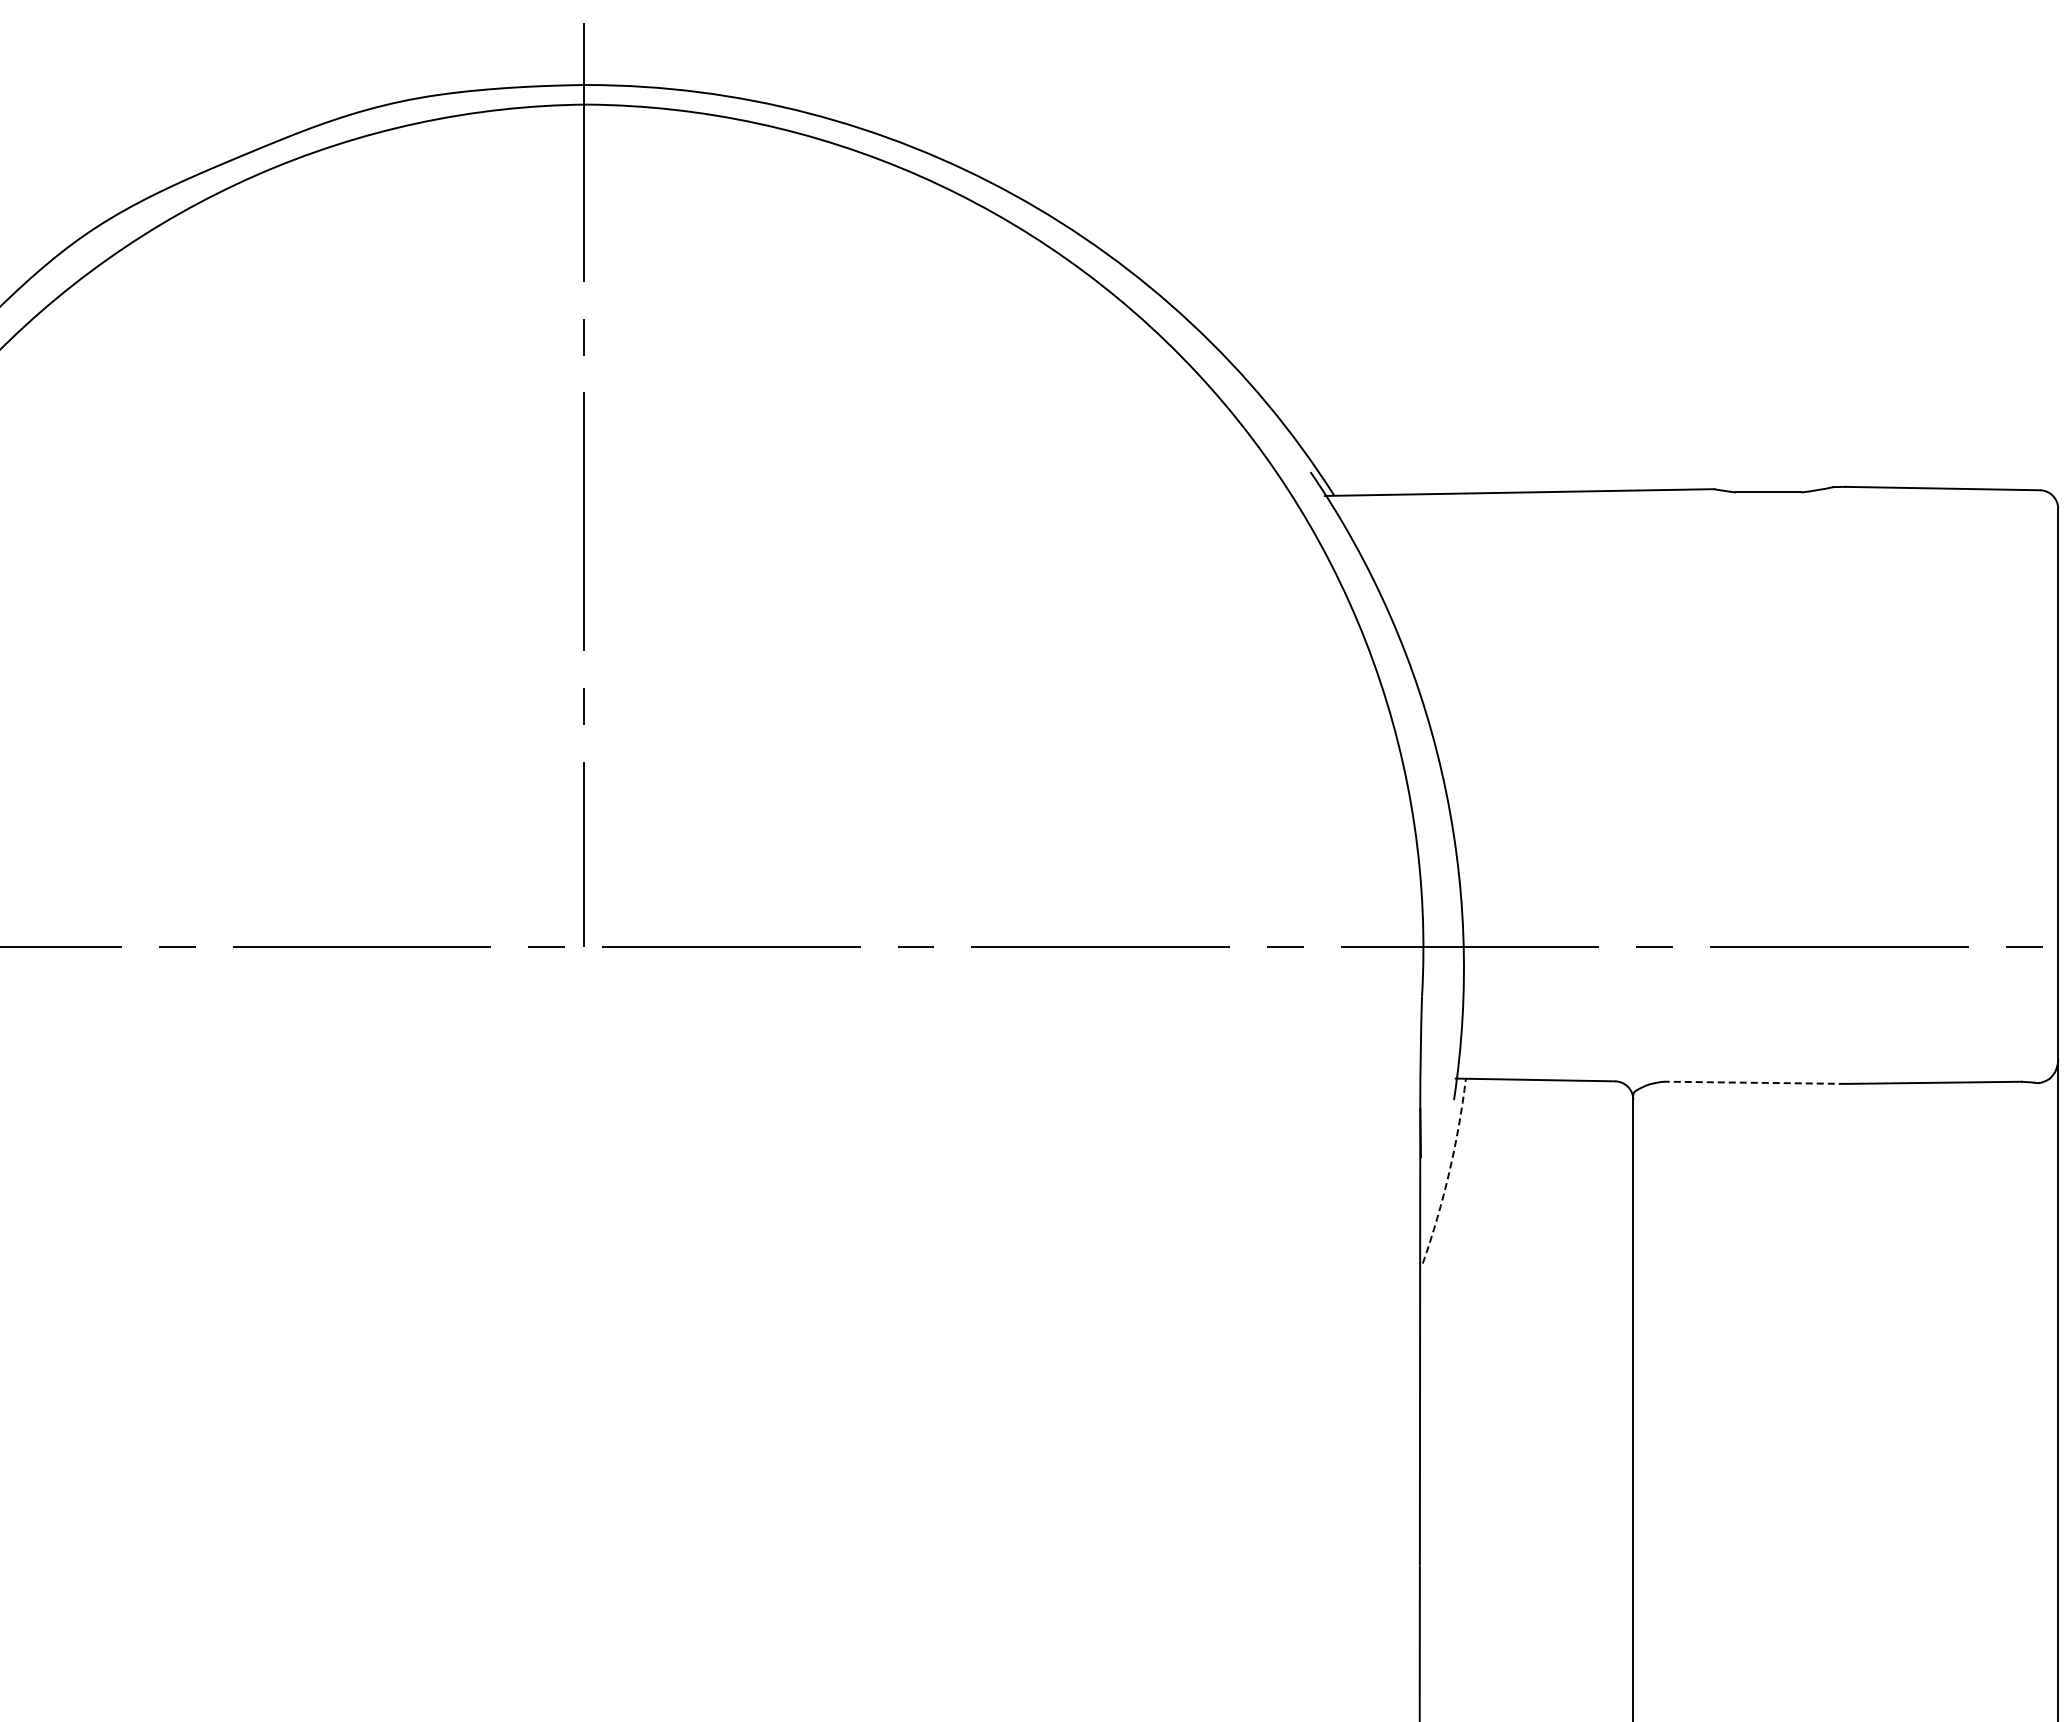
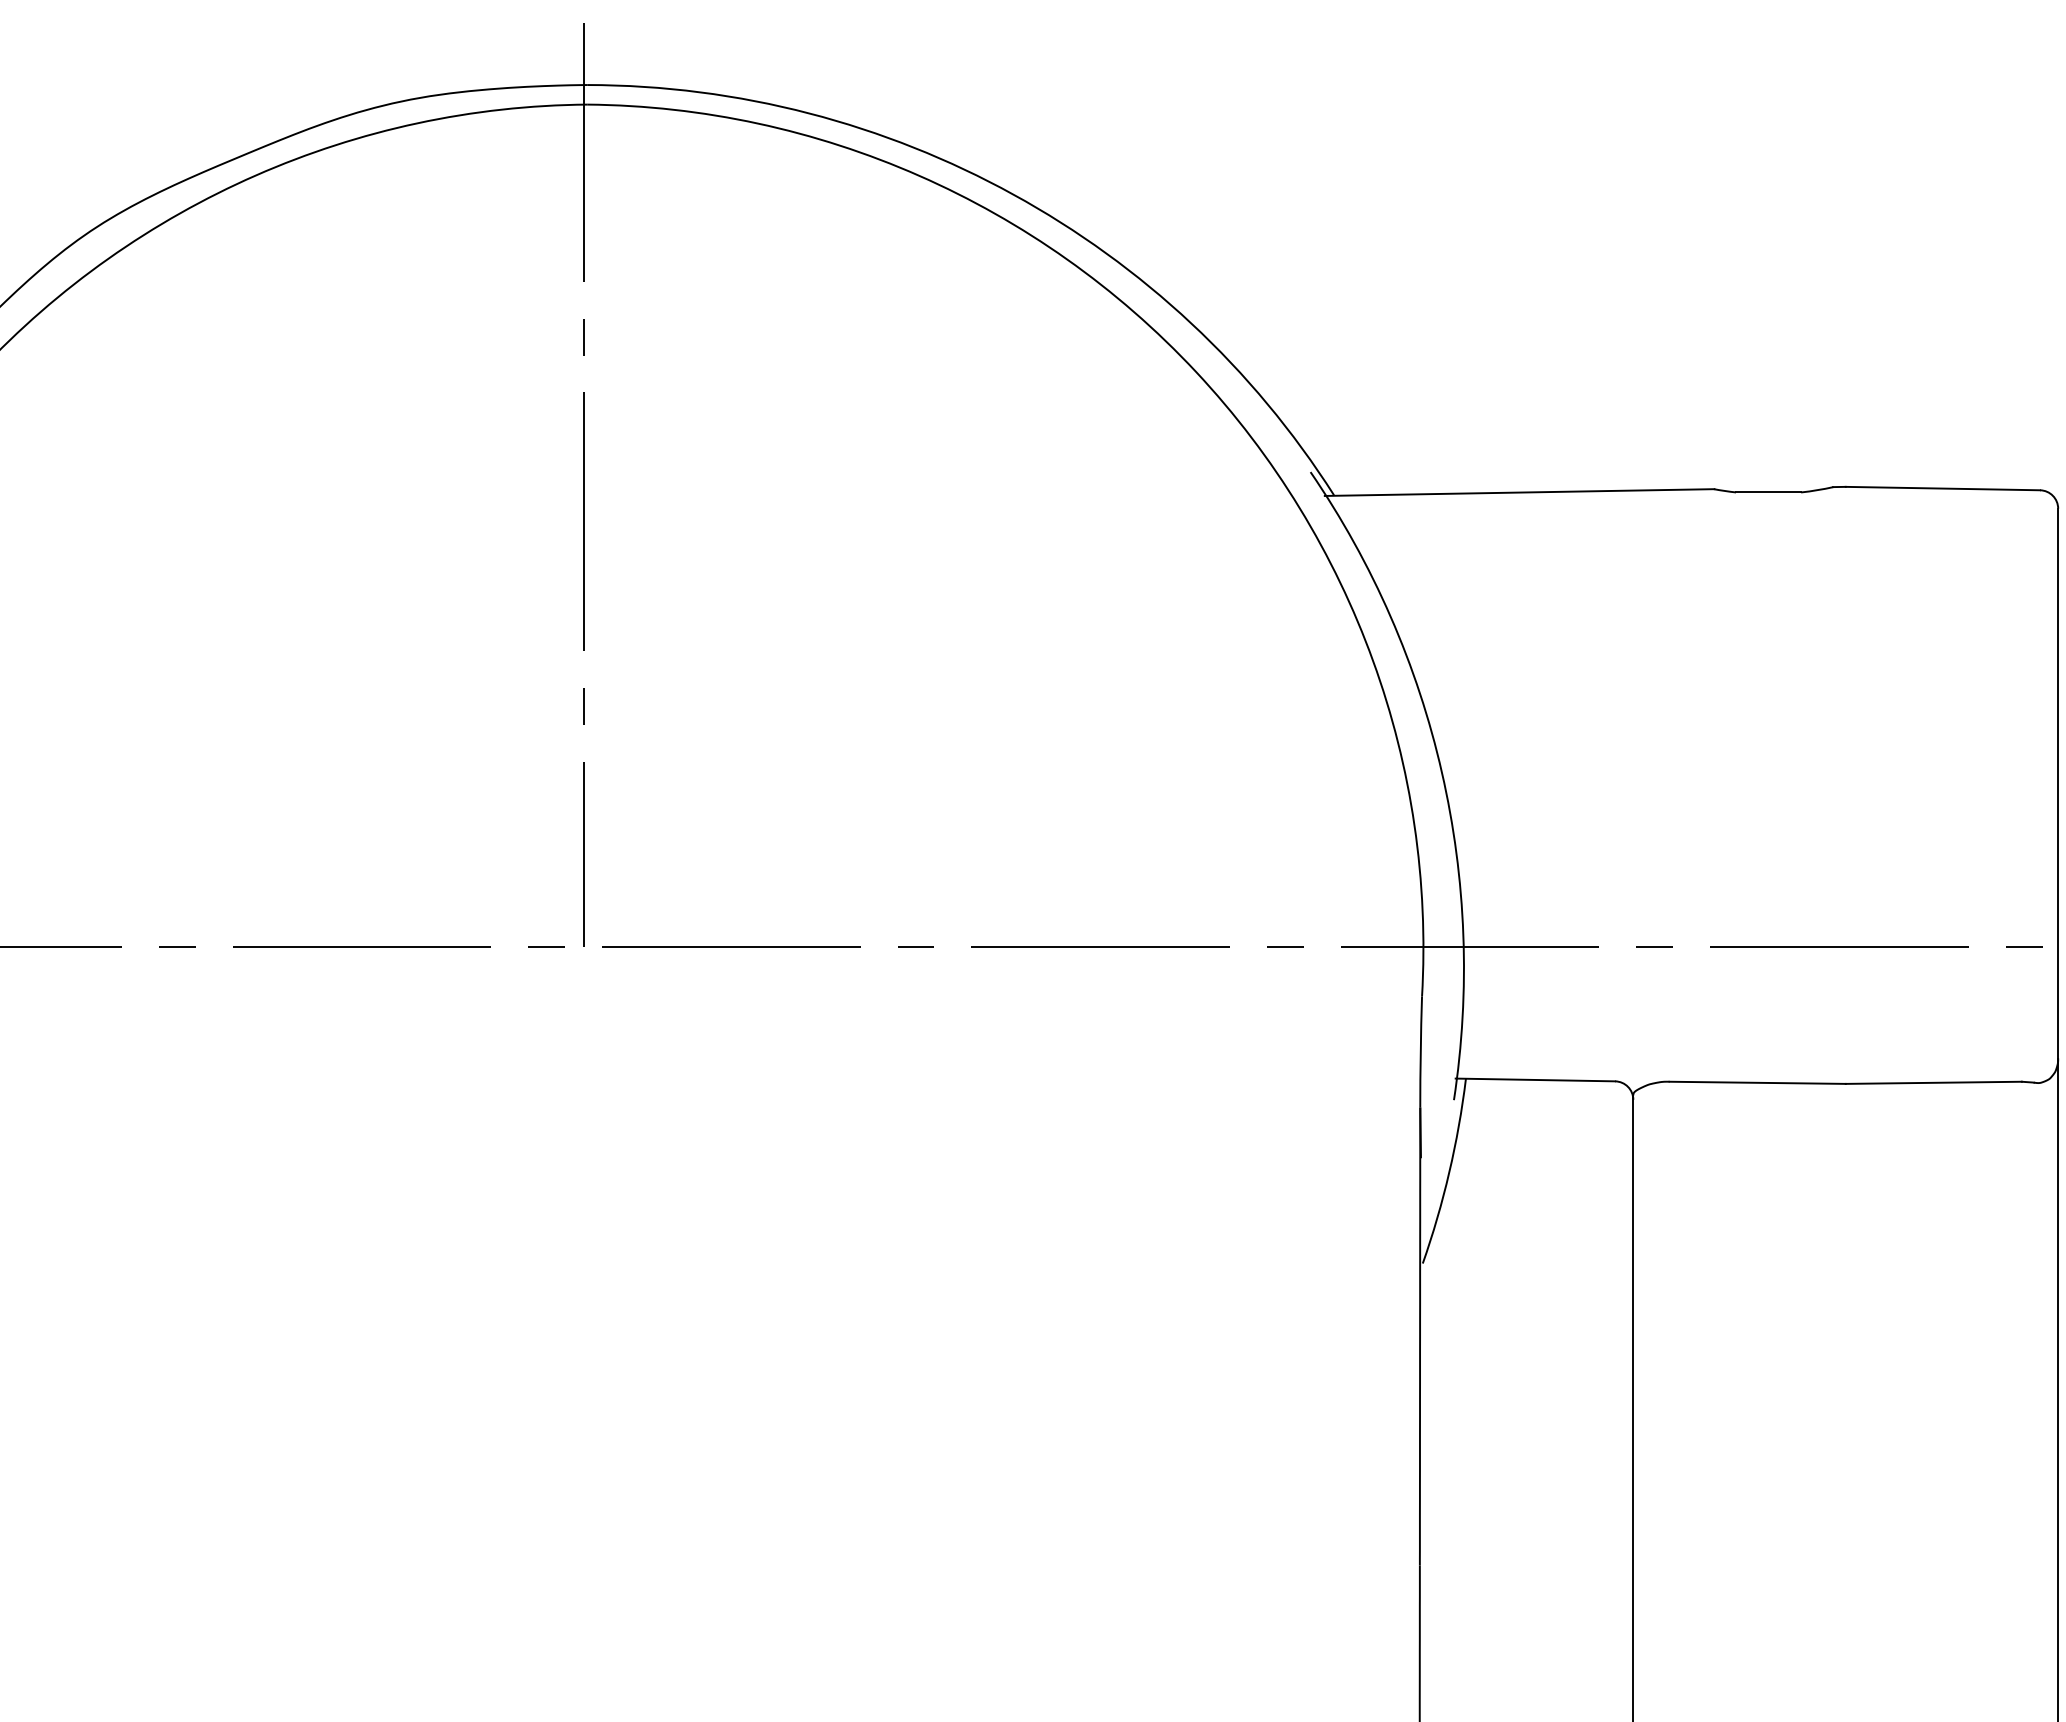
line at (1757, 1082): dashed -> solid
arc at (1449, 1172): dashed -> solid
